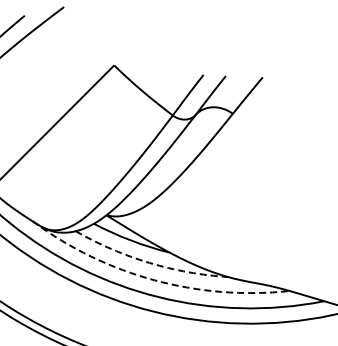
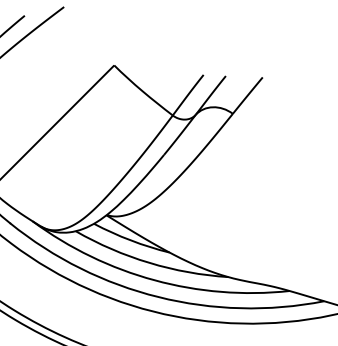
arc at (149, 262): dashed -> solid
arc at (154, 280): dashed -> solid
